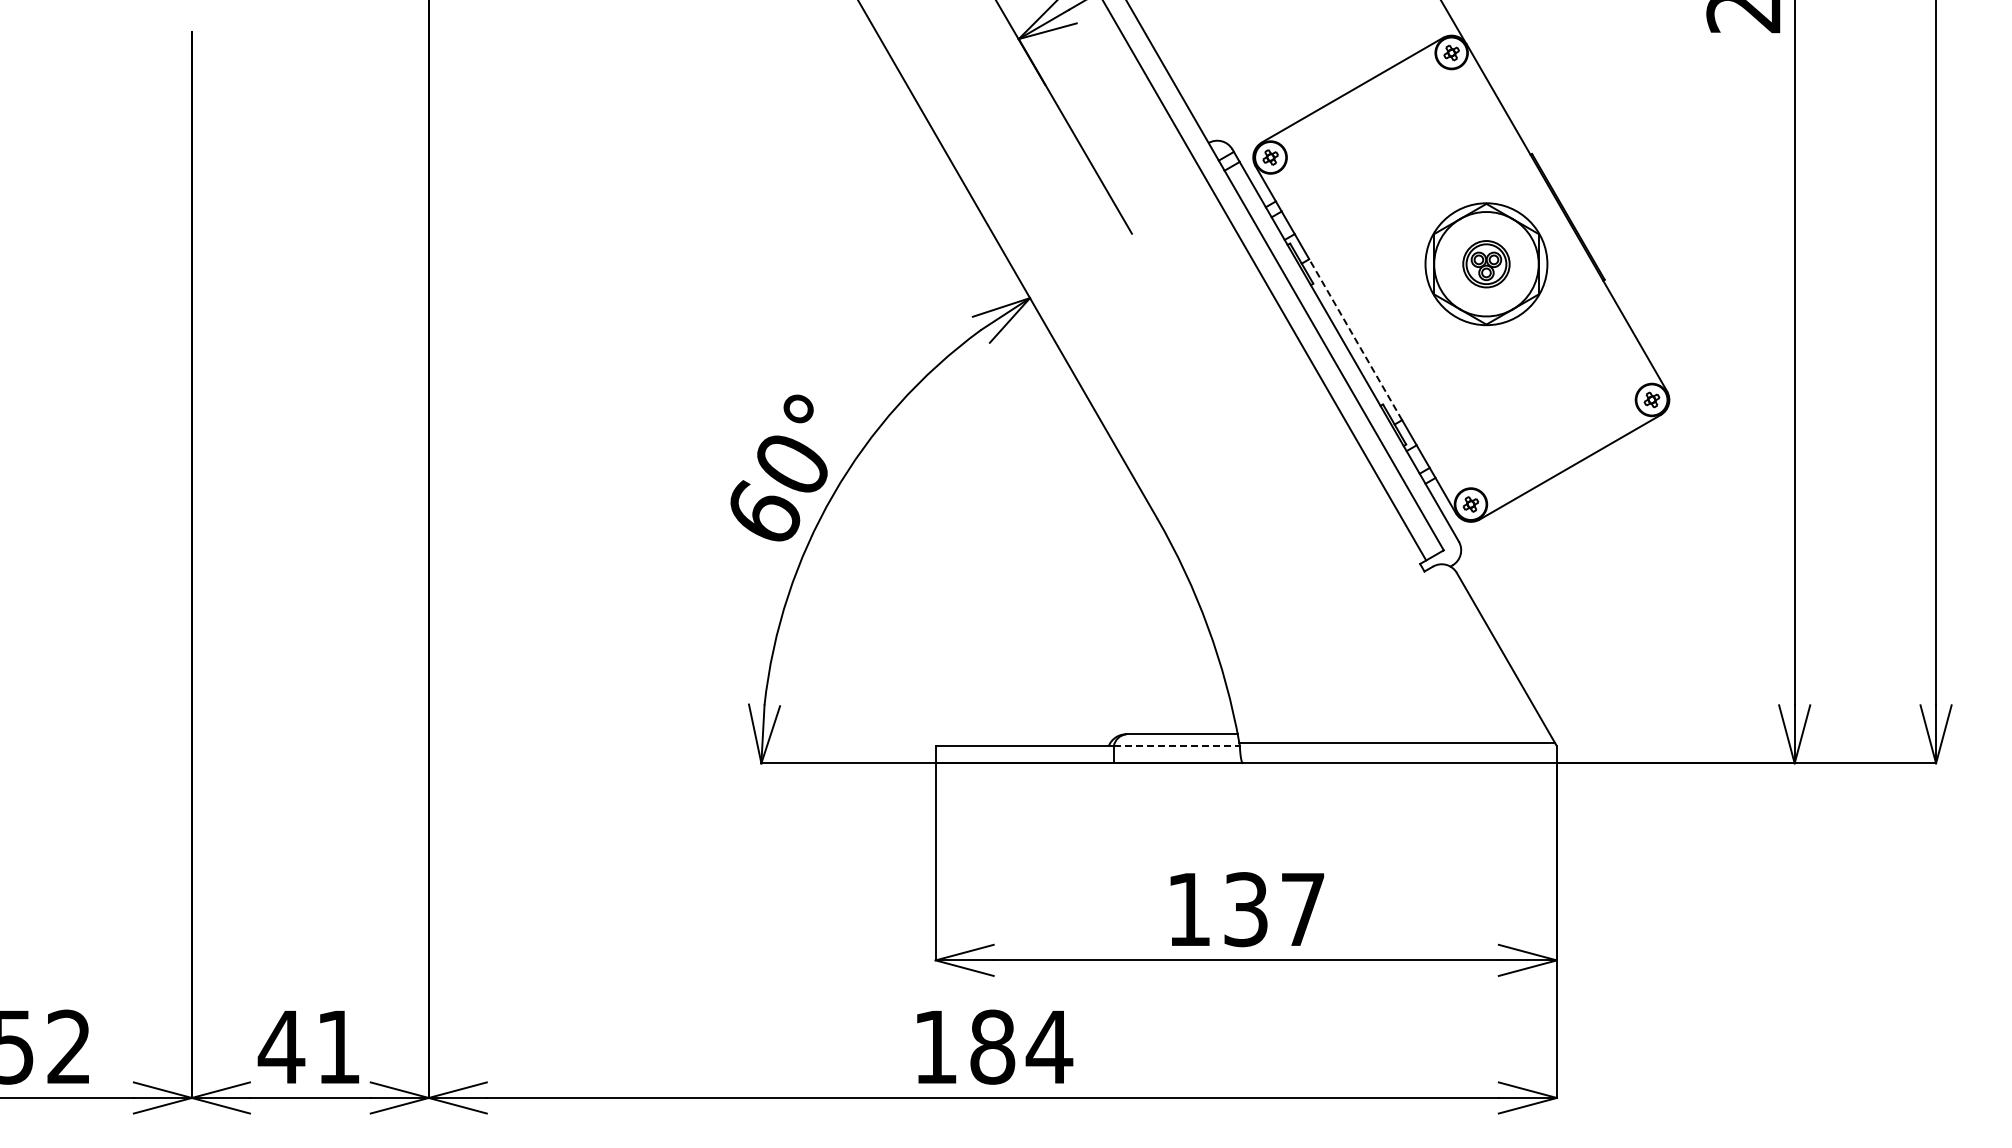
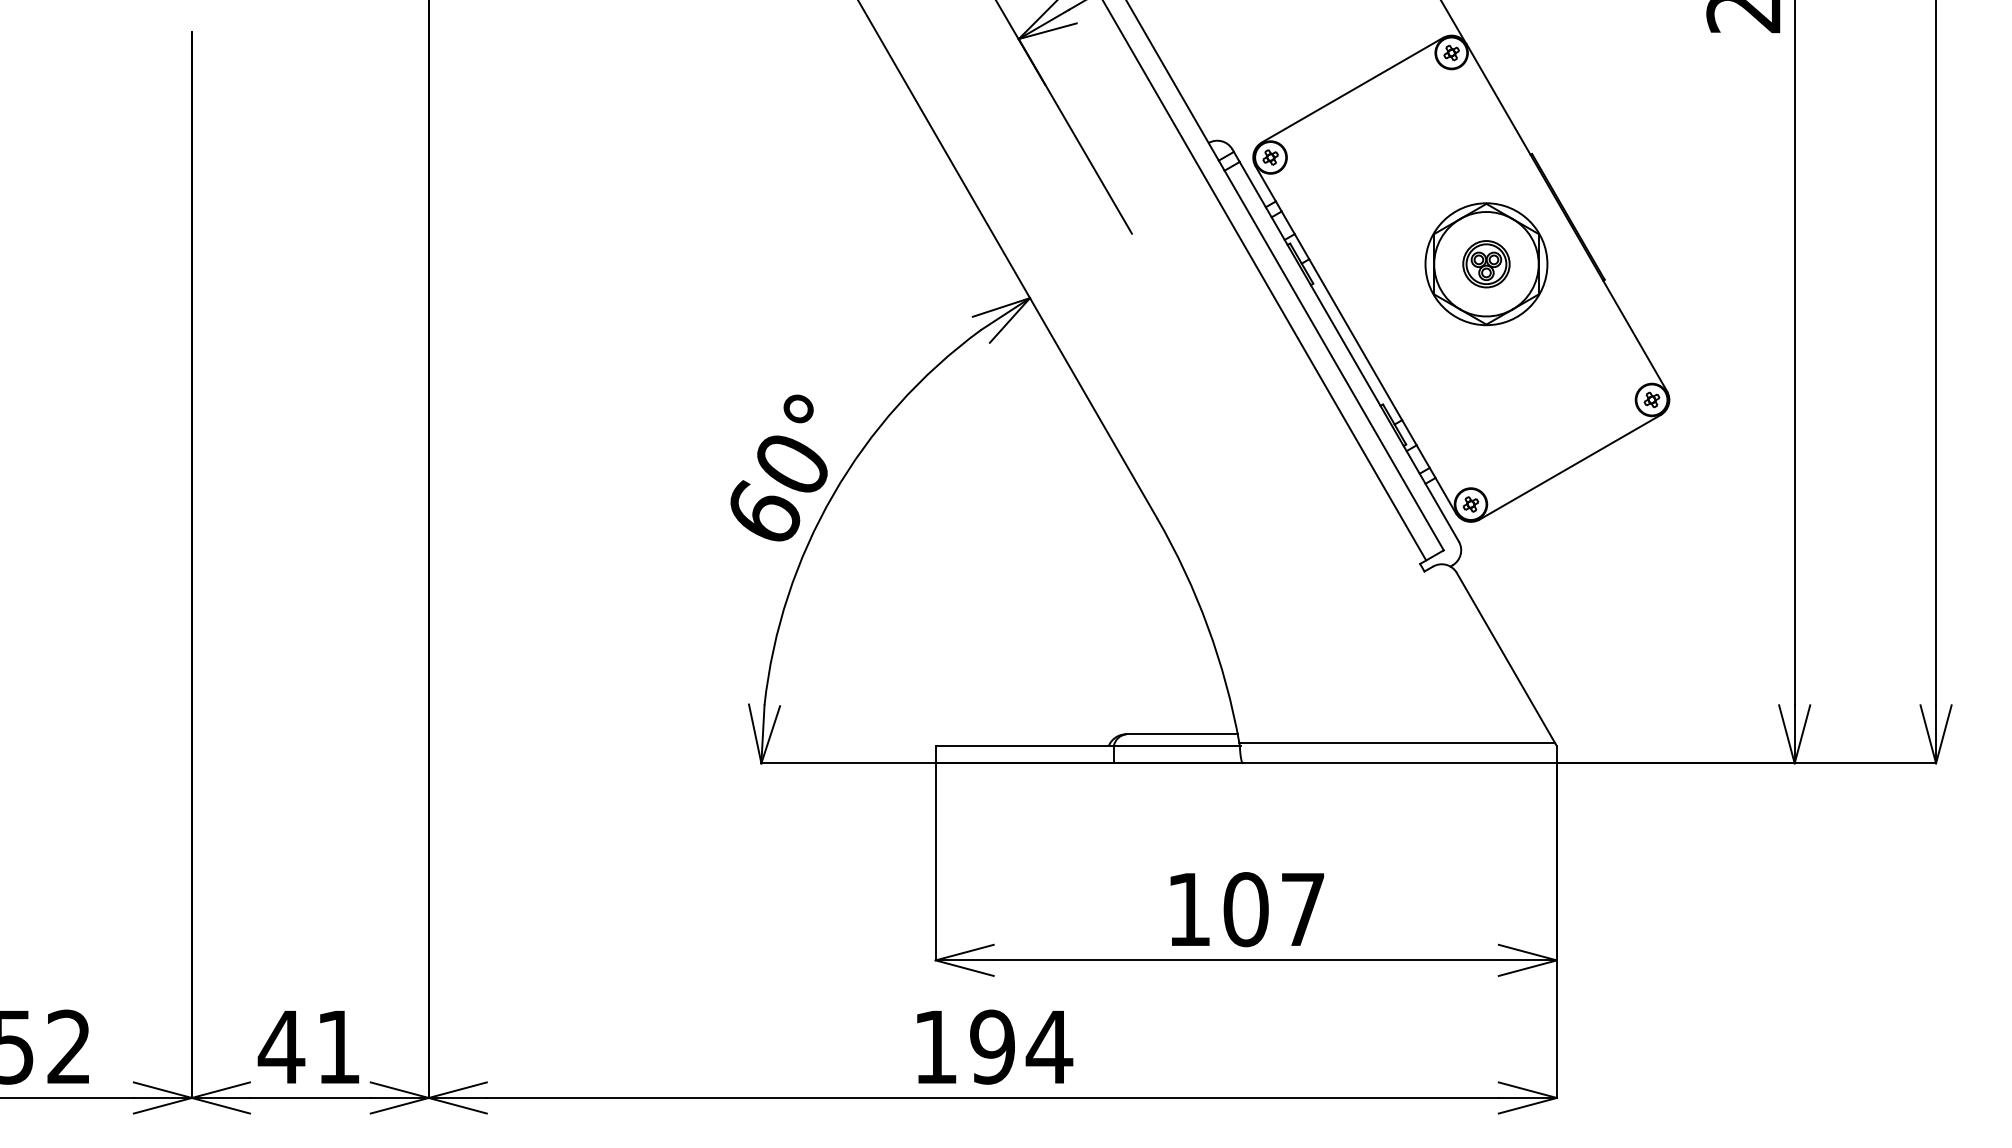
line at (1355, 339): dashed -> solid
line at (1177, 745): dashed -> solid
text at (1245, 909): 137 -> 107
text at (992, 1046): 184 -> 194
